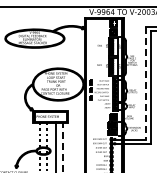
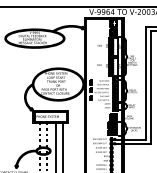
line at (146, 83): dashed -> solid
line at (62, 146): dashed -> solid
